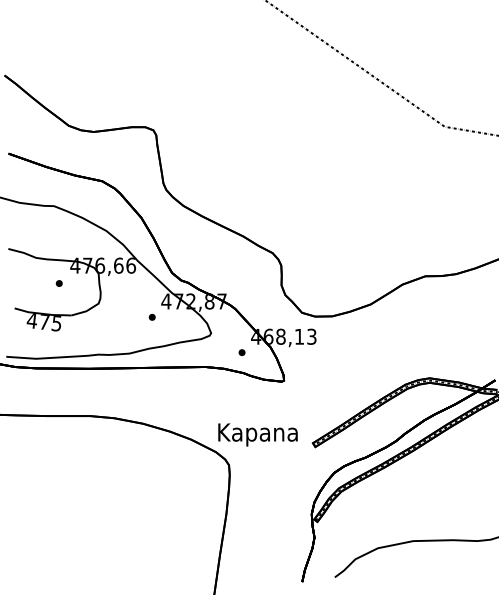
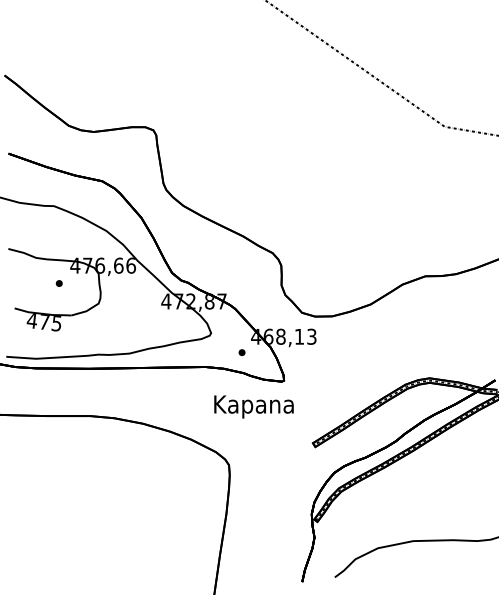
part at (151, 317): present -> none
text at (257, 434) position: (257, 434) -> (253, 406)
